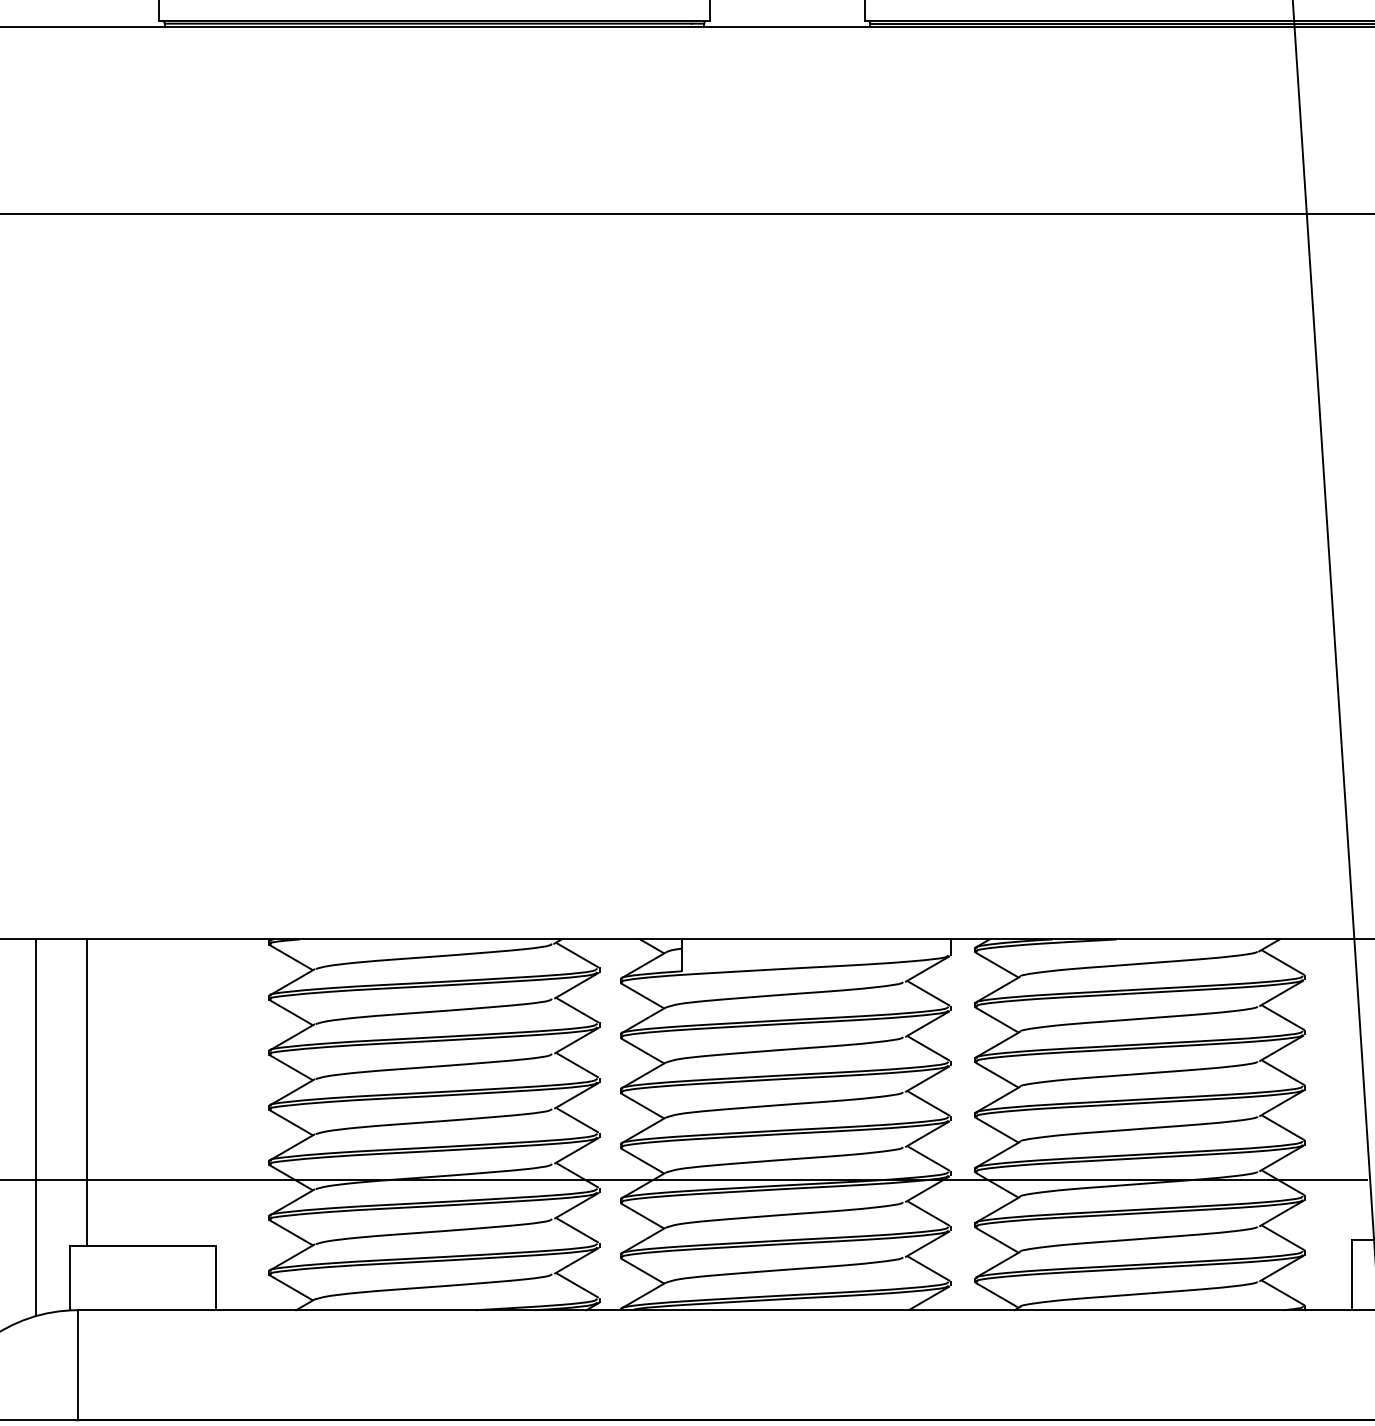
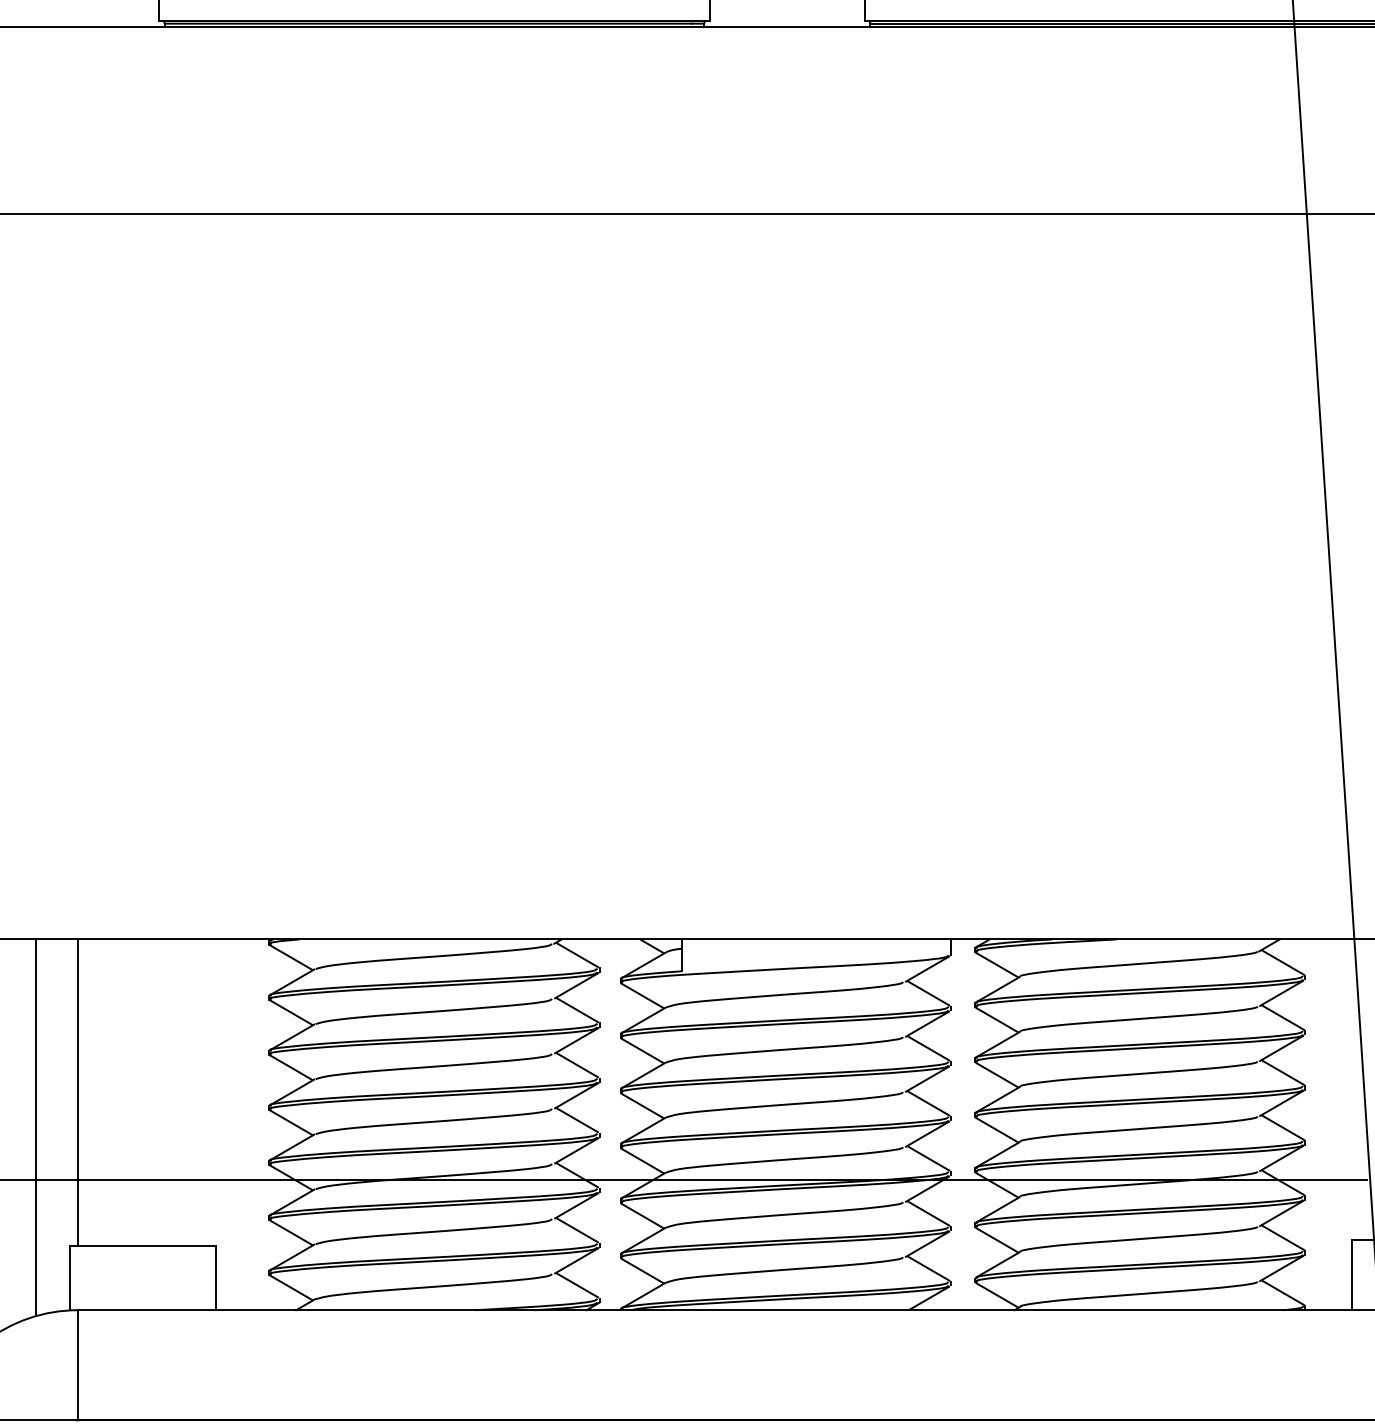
line at (87, 1092) position: (87, 1092) -> (78, 1092)
